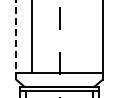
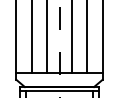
line at (47, 37): none -> present
line at (71, 37): none -> present
line at (87, 37): none -> present
line at (16, 39): dashed -> solid
